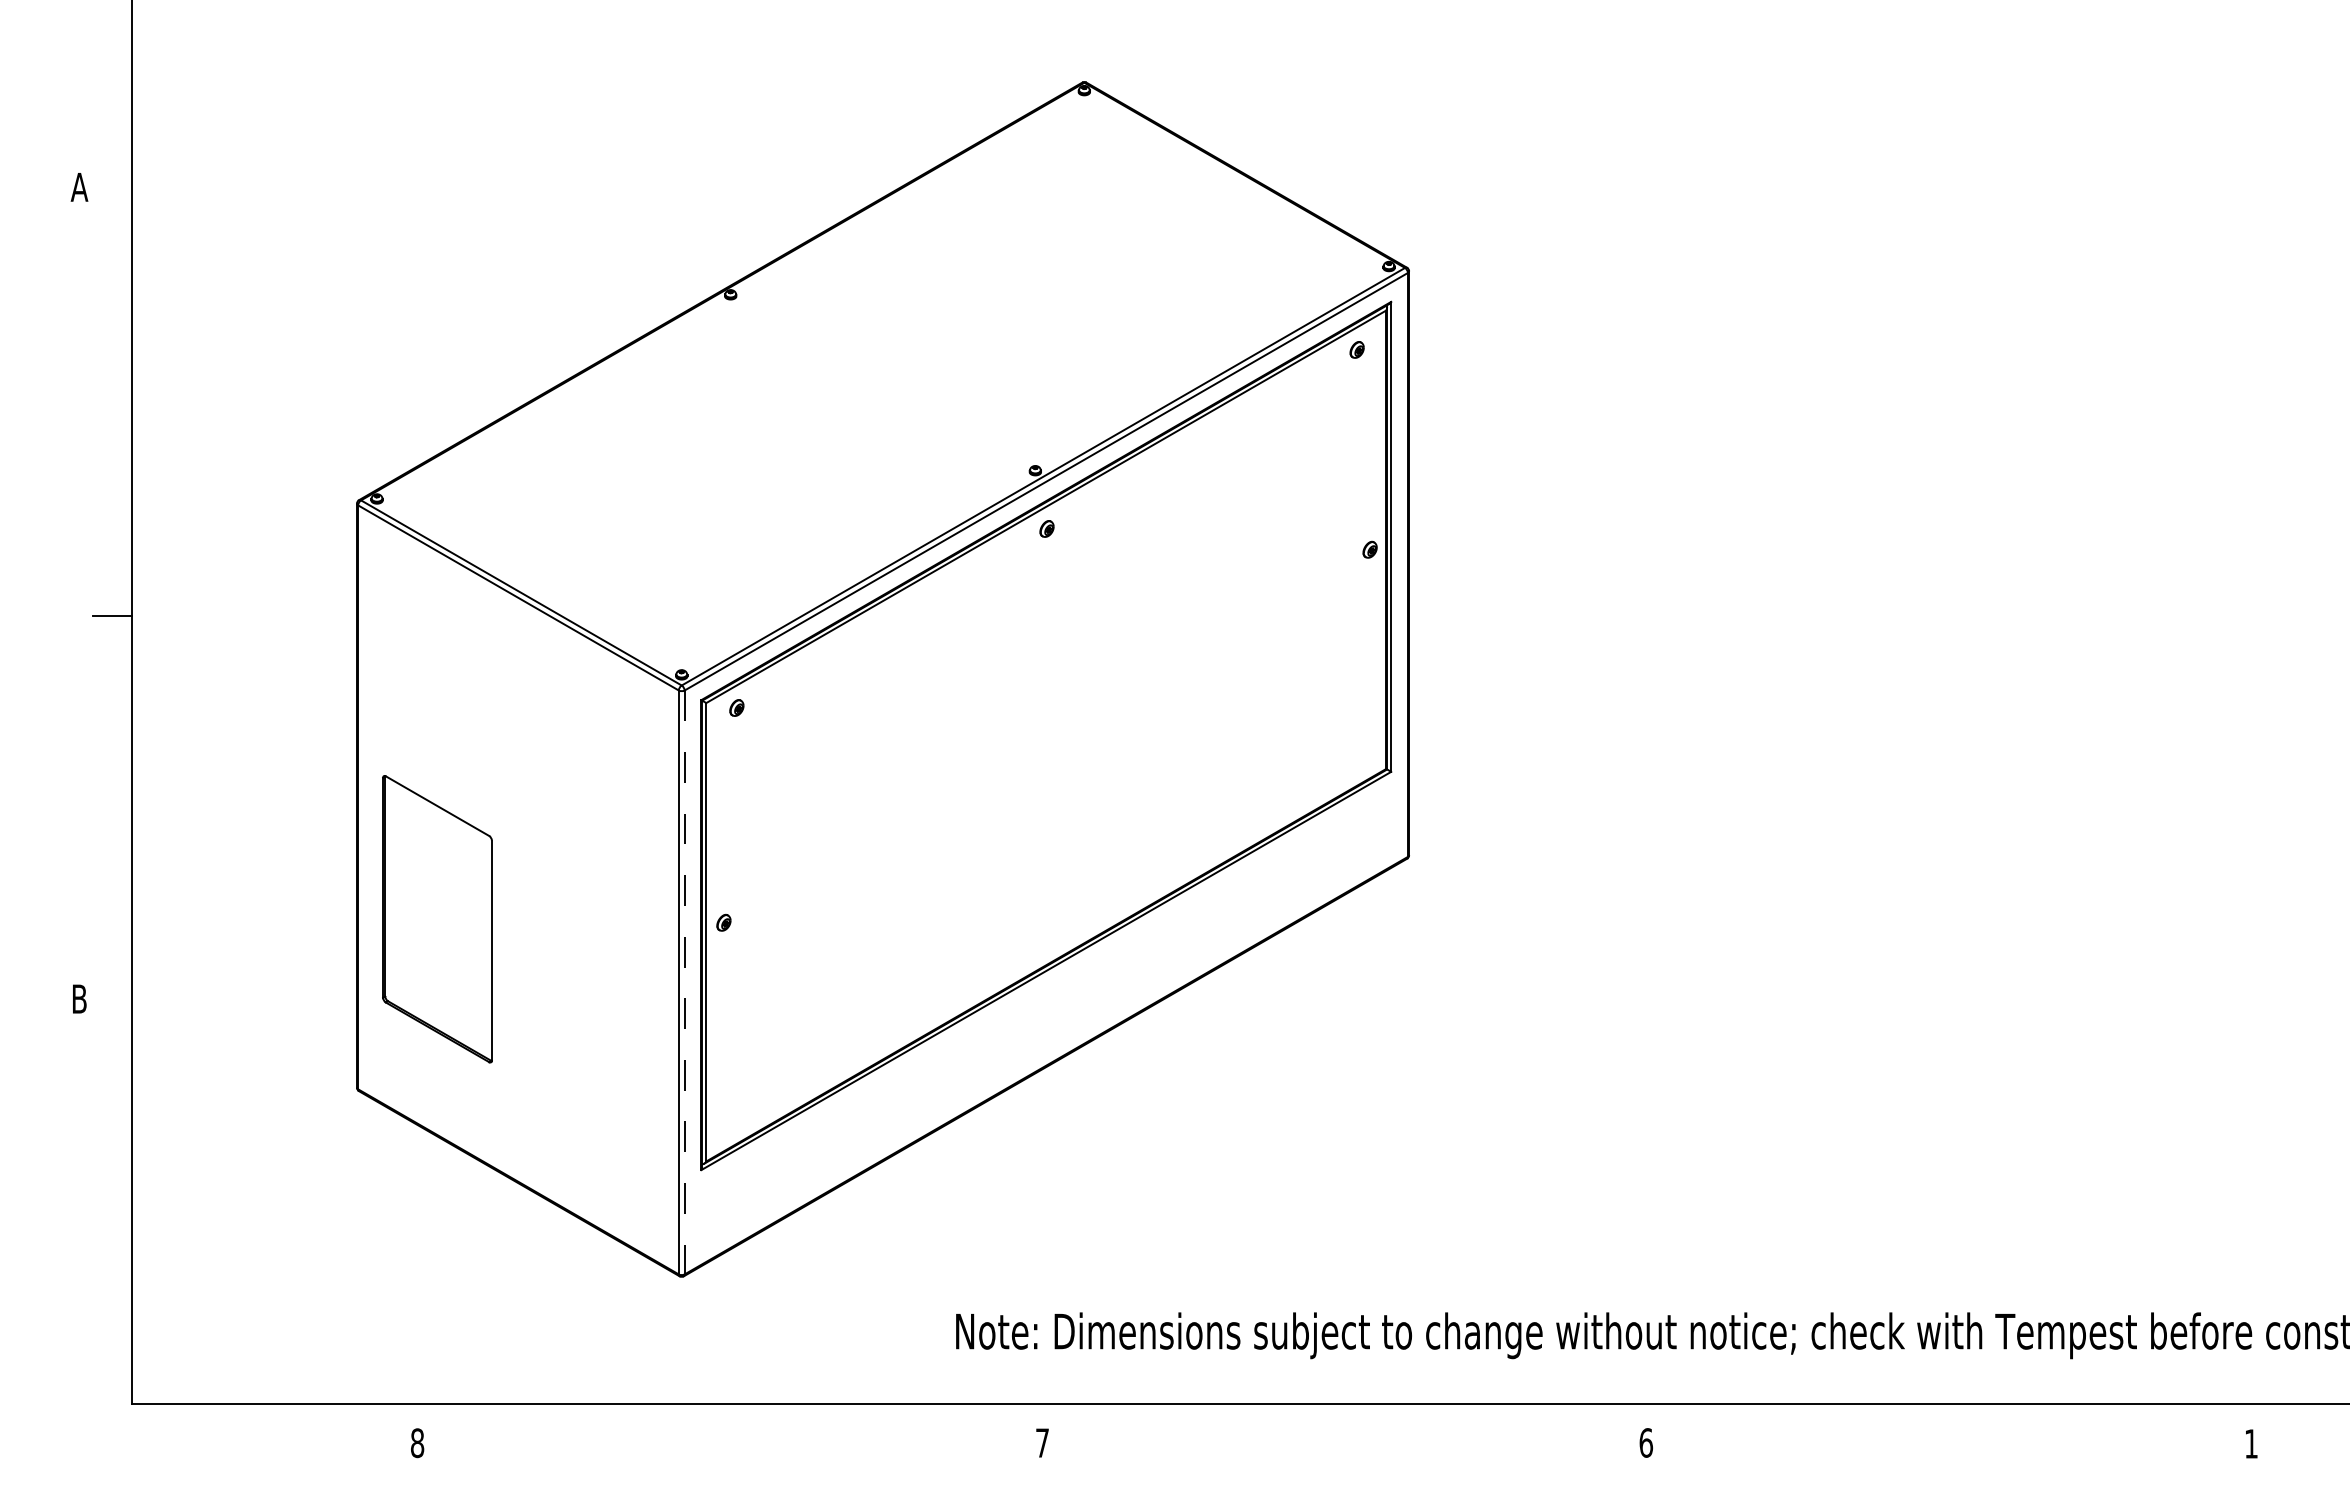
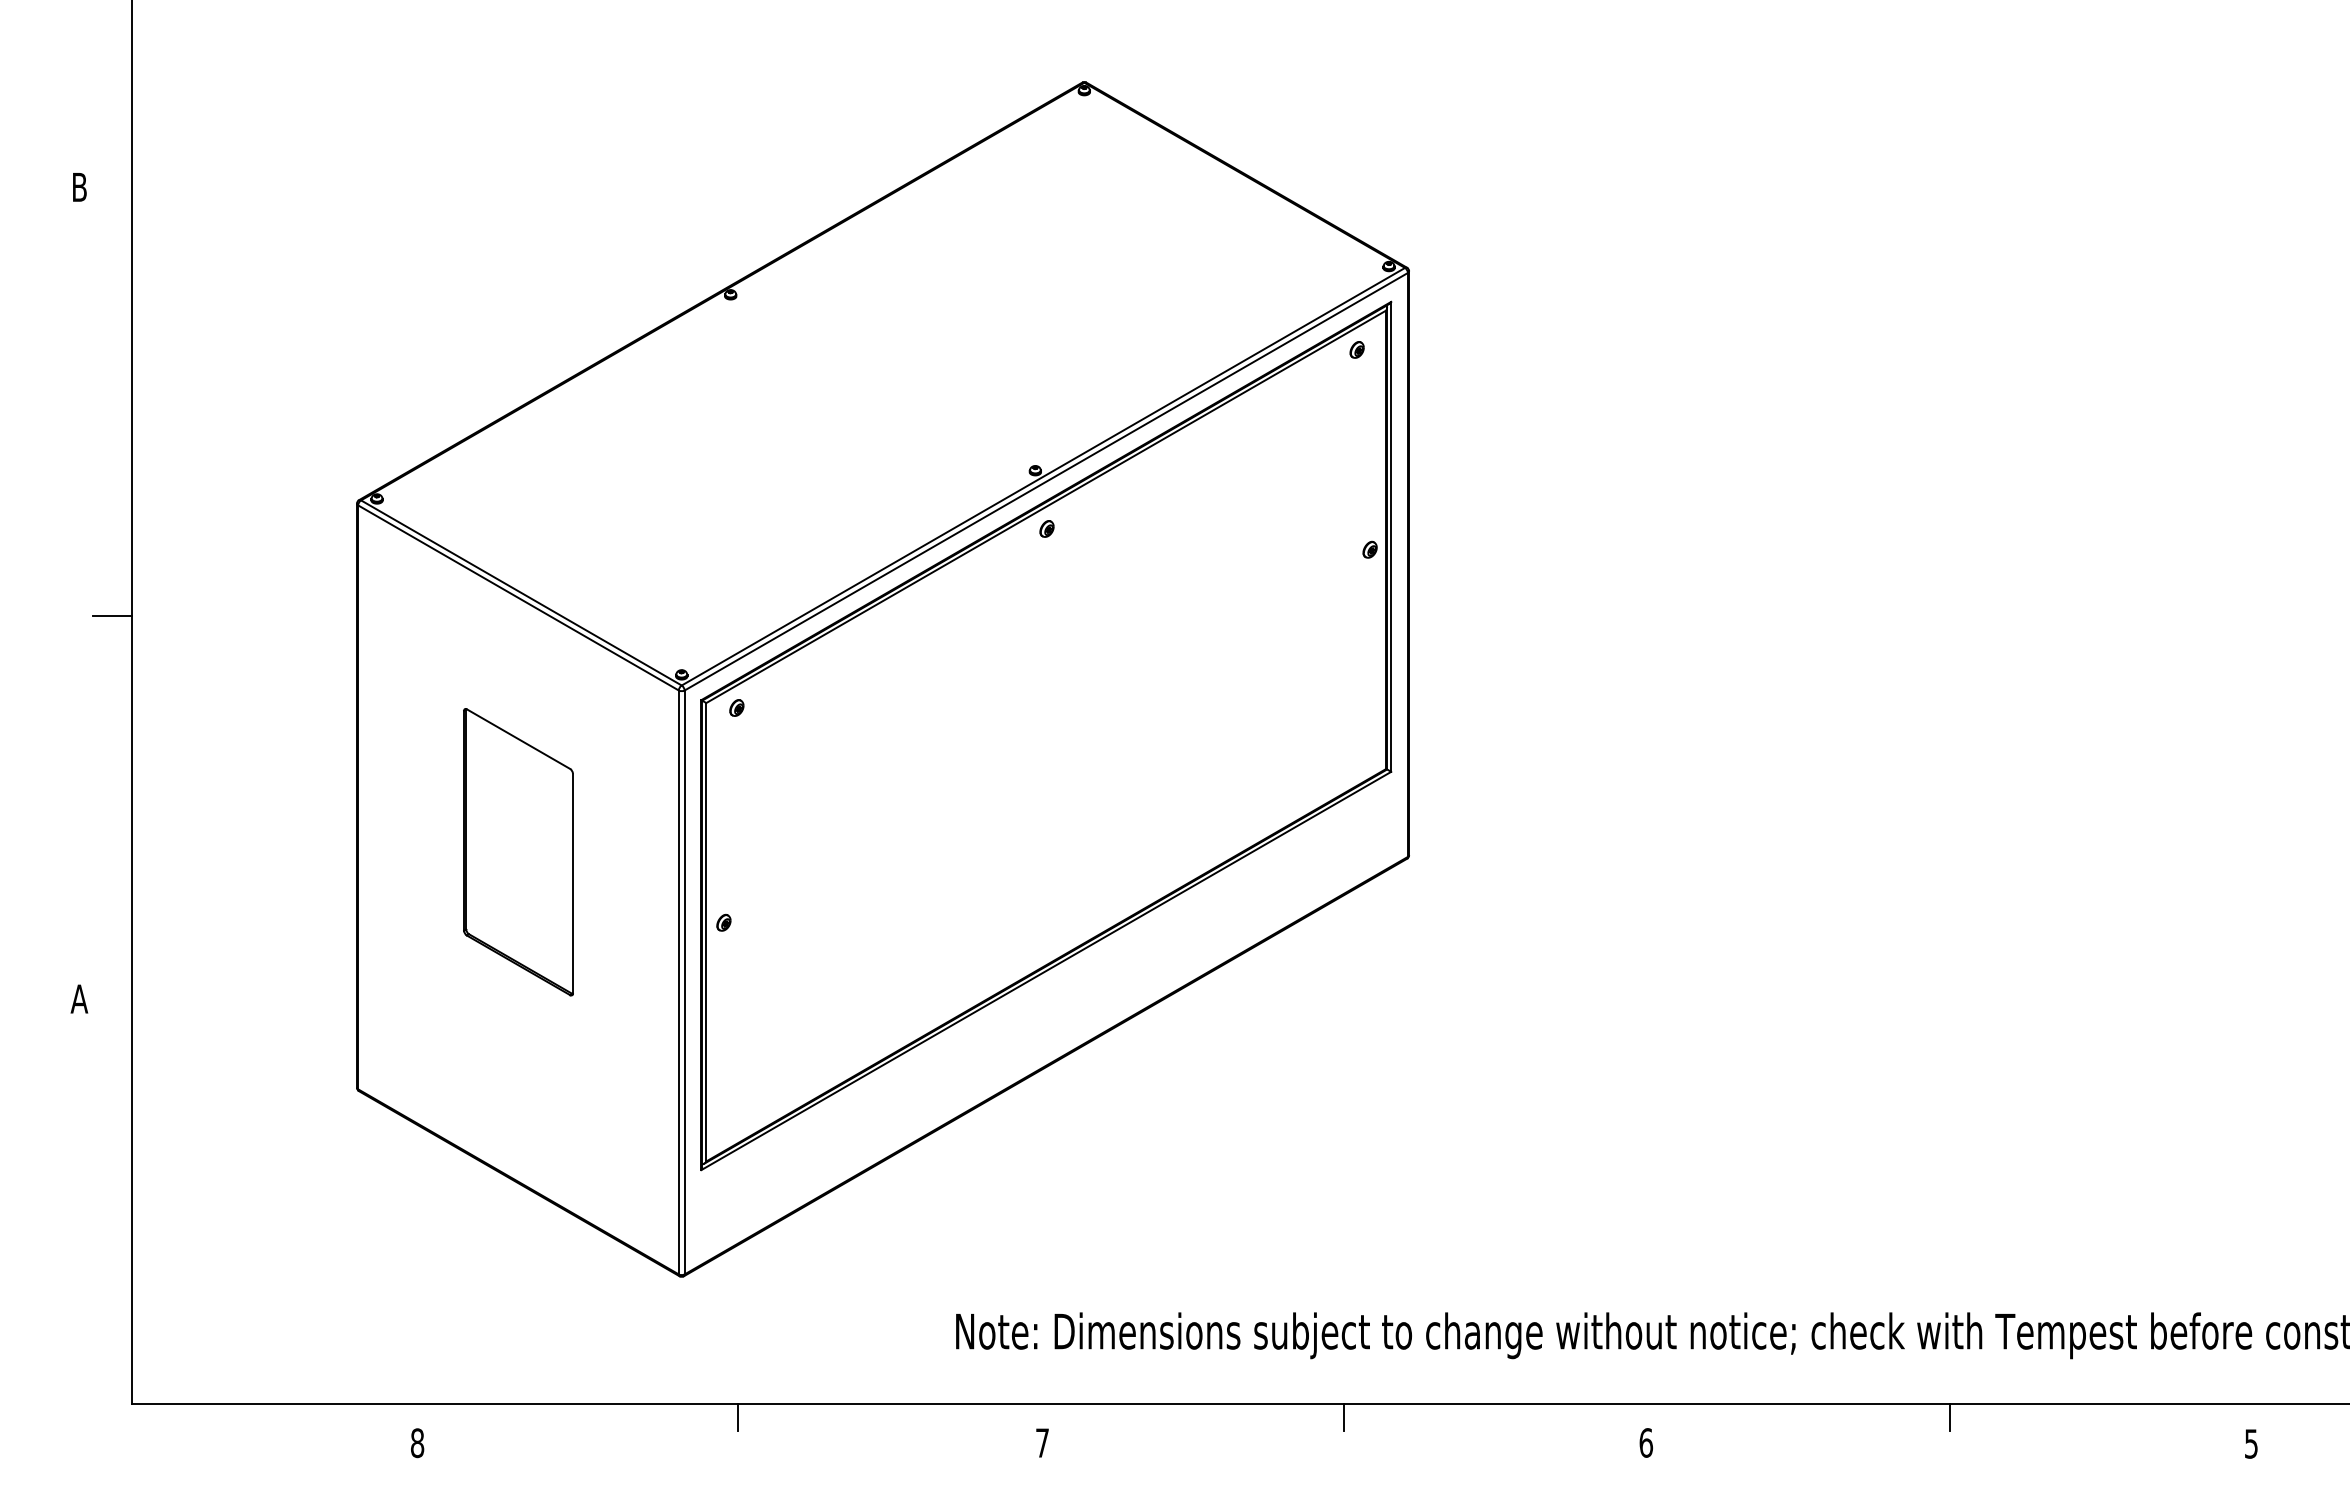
text at (79, 187): A -> B
part at (437, 919) position: (437, 919) -> (518, 852)
line at (684, 982): dashed -> solid
text at (79, 998): B -> A
line at (737, 1417): none -> present
line at (1343, 1417): none -> present
line at (1949, 1417): none -> present
text at (2251, 1443): 1 -> 5
